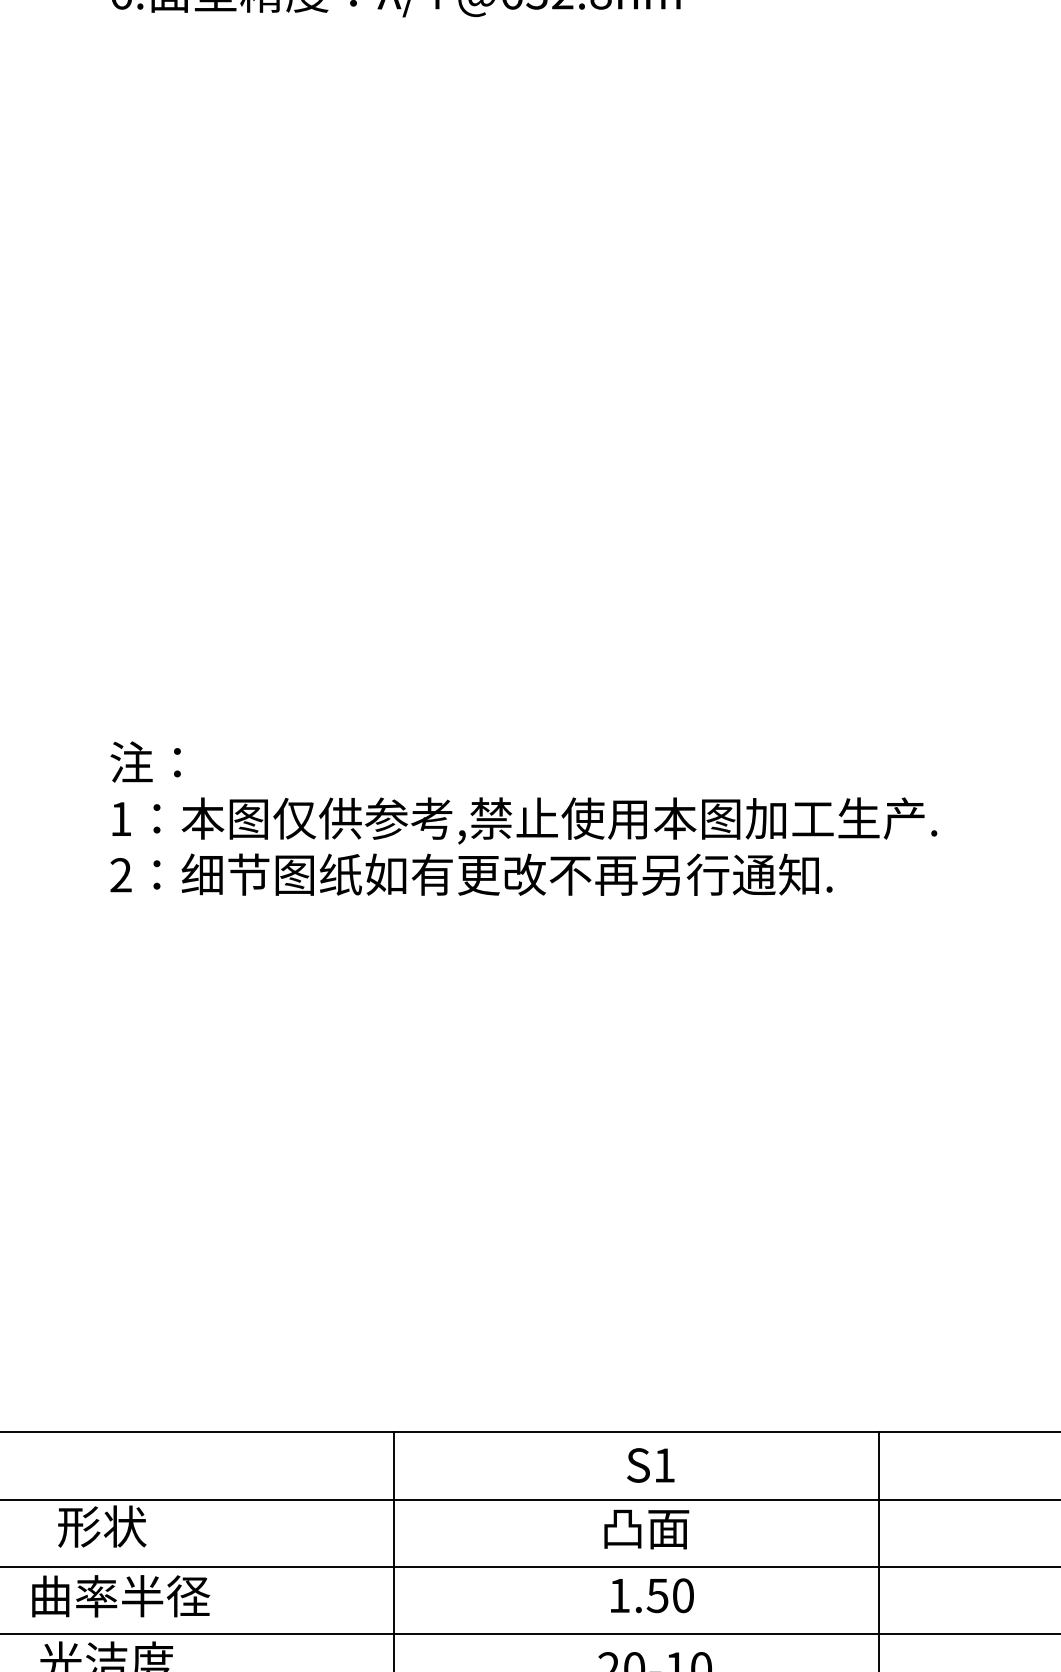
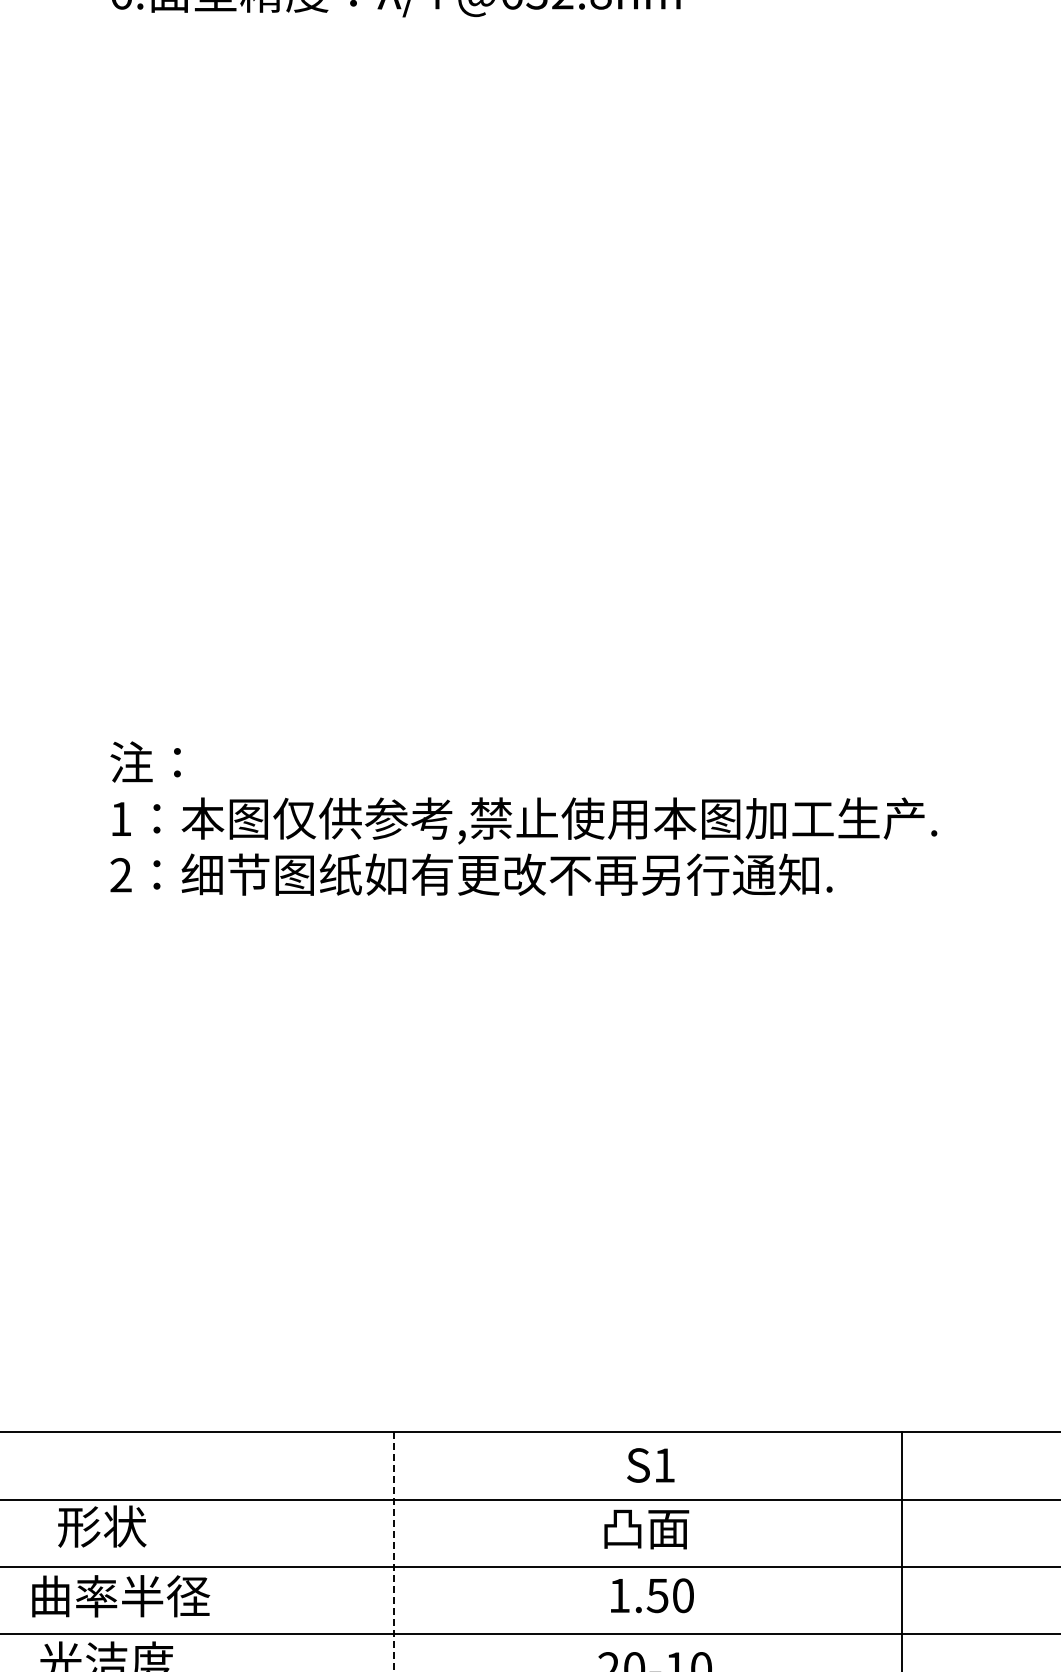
line at (878, 1550) position: (878, 1550) -> (901, 1550)
line at (393, 1552): solid -> dashed
